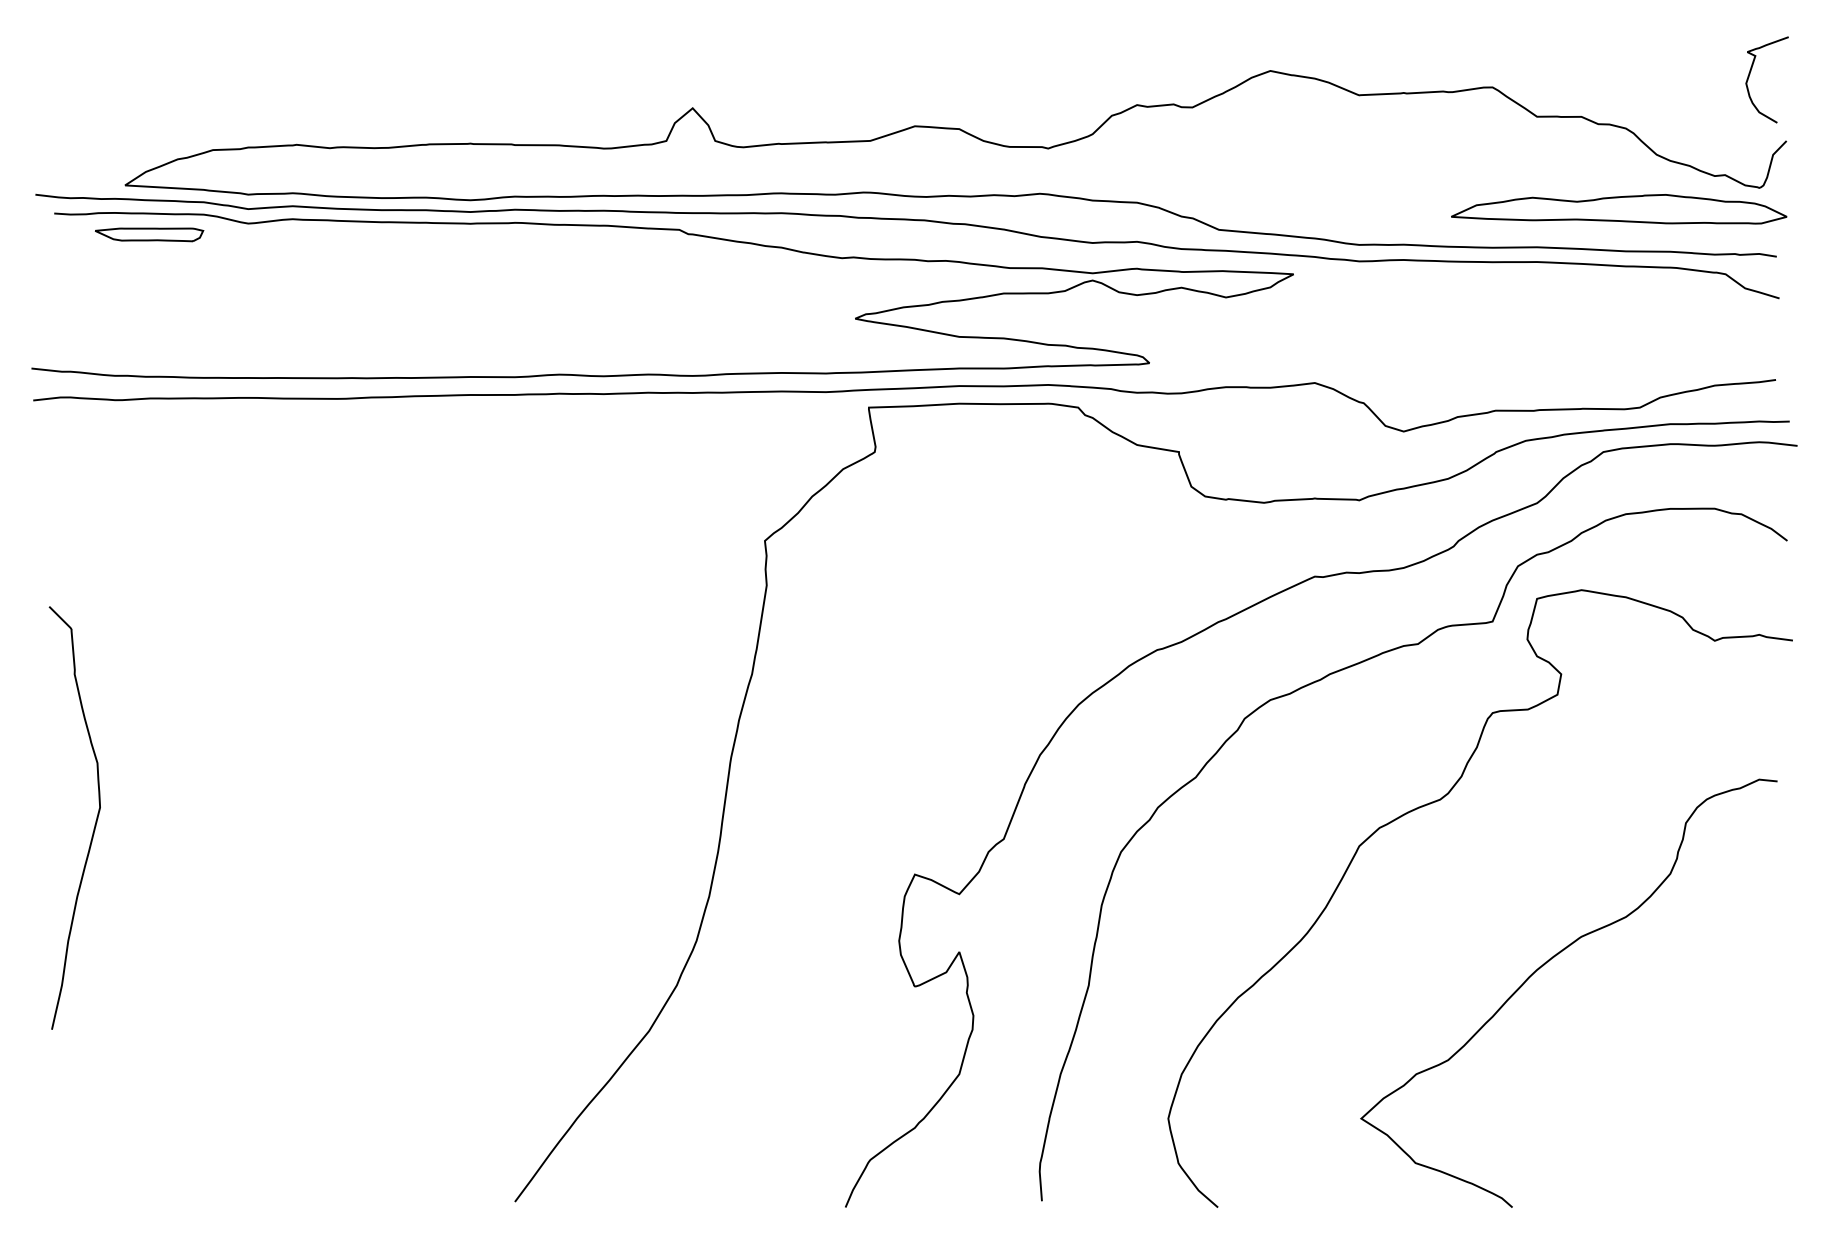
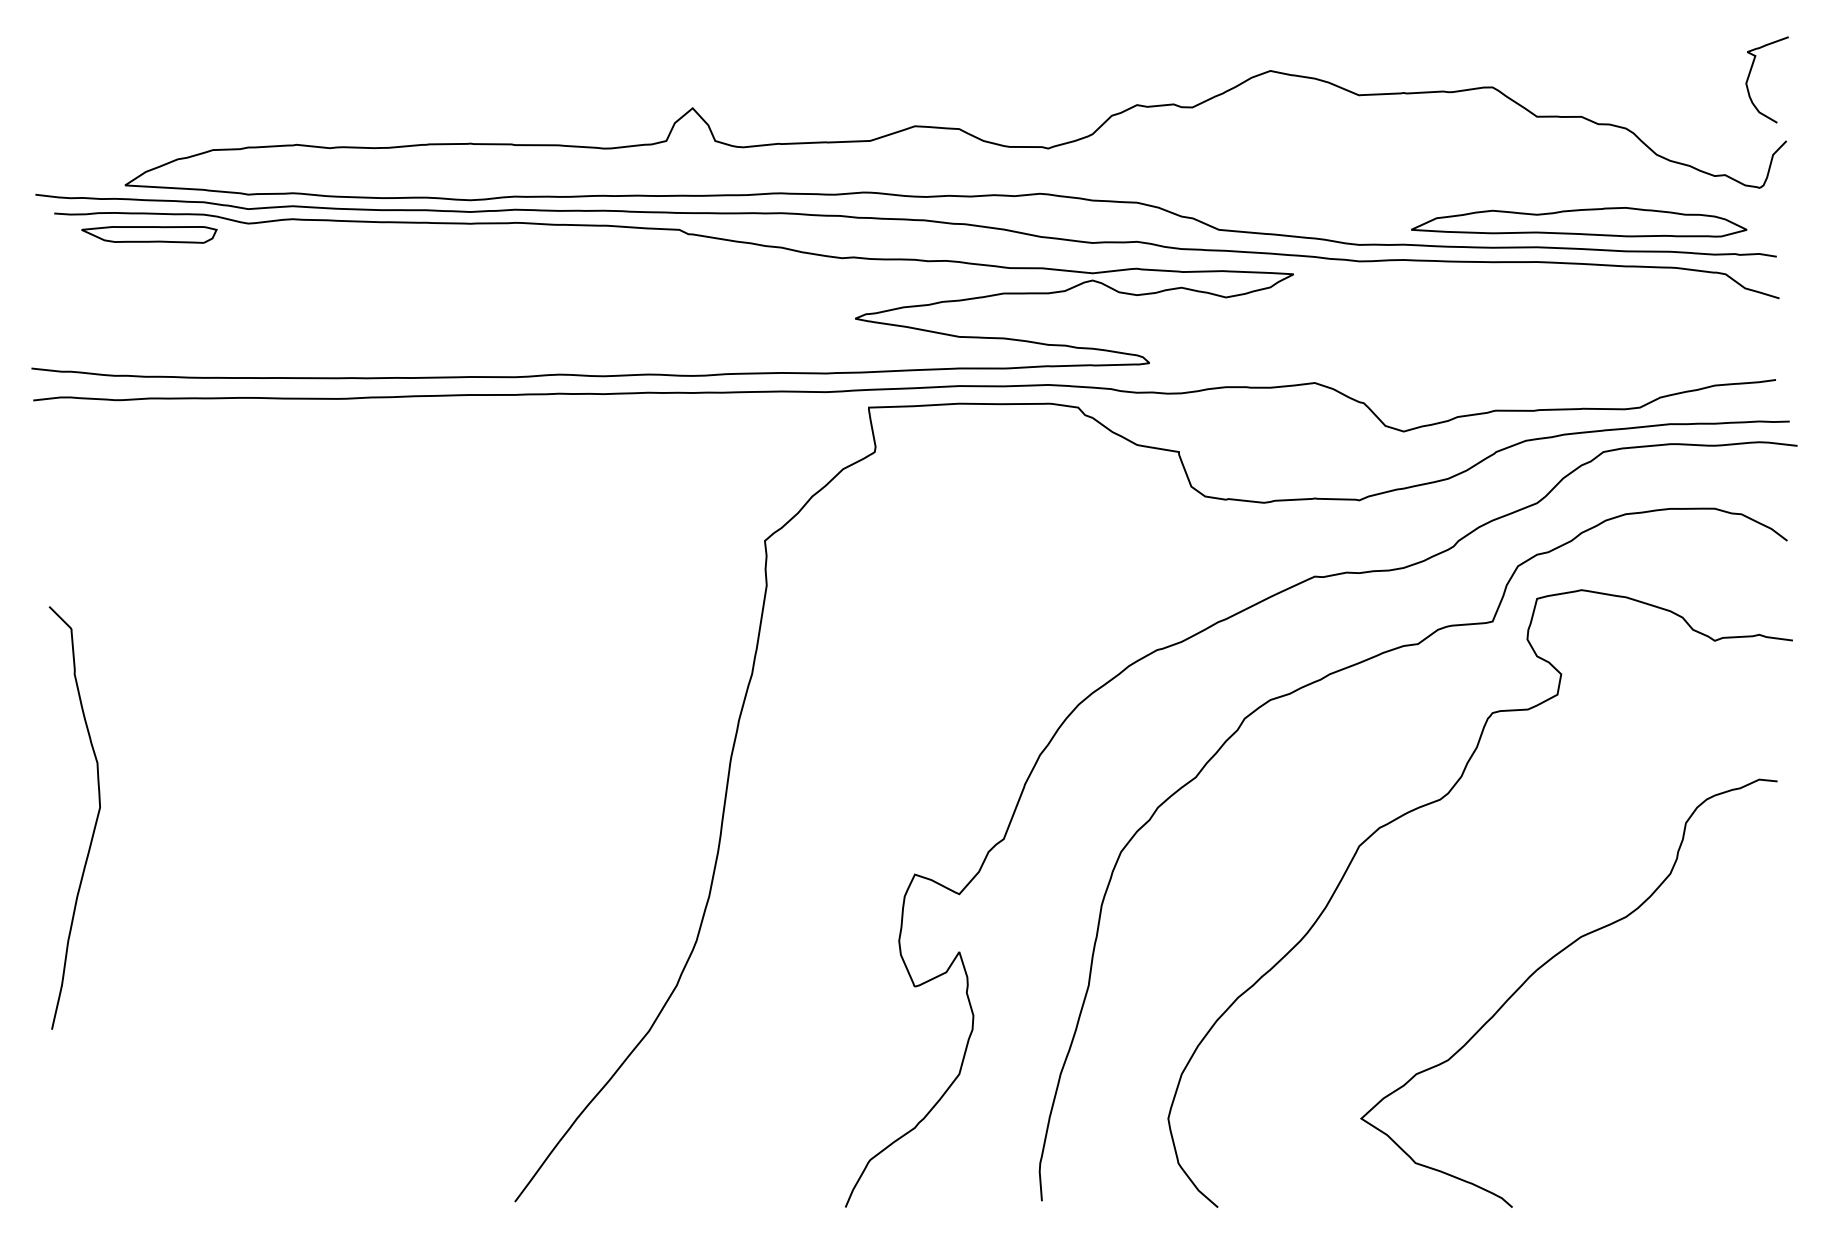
part at (1619, 209) position: (1619, 209) -> (1579, 222)
part at (149, 234) size: 110x16 px -> 137x18 px
